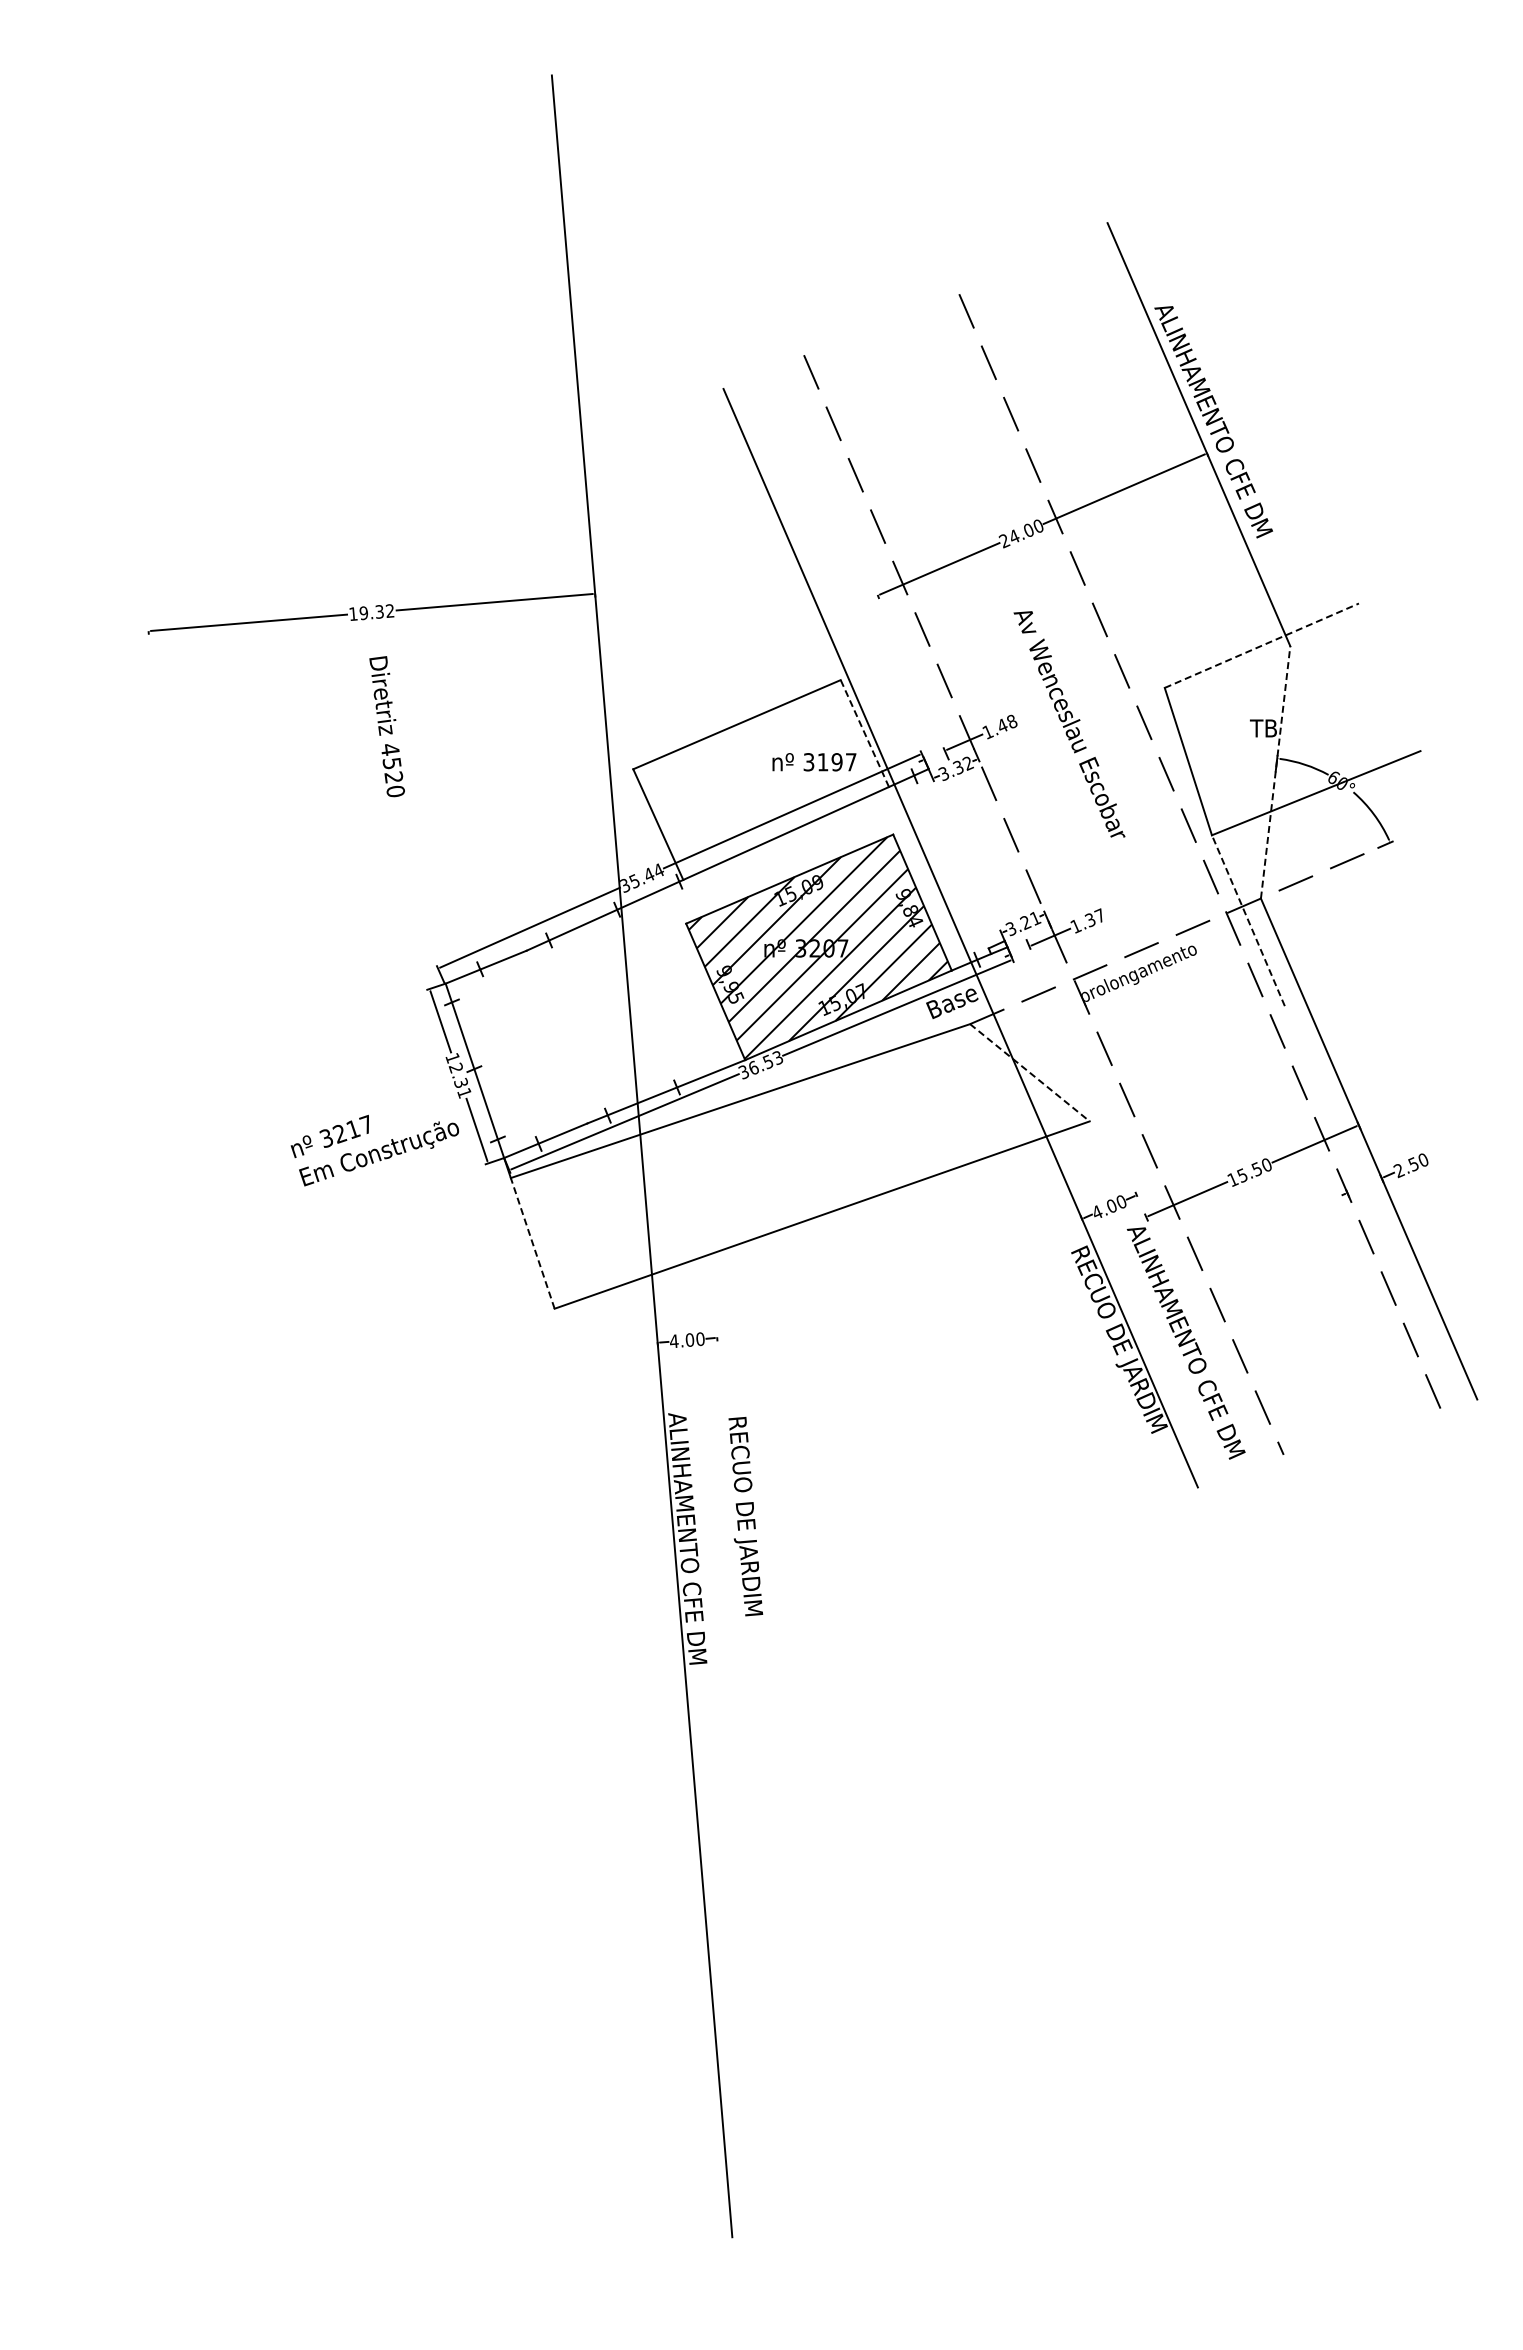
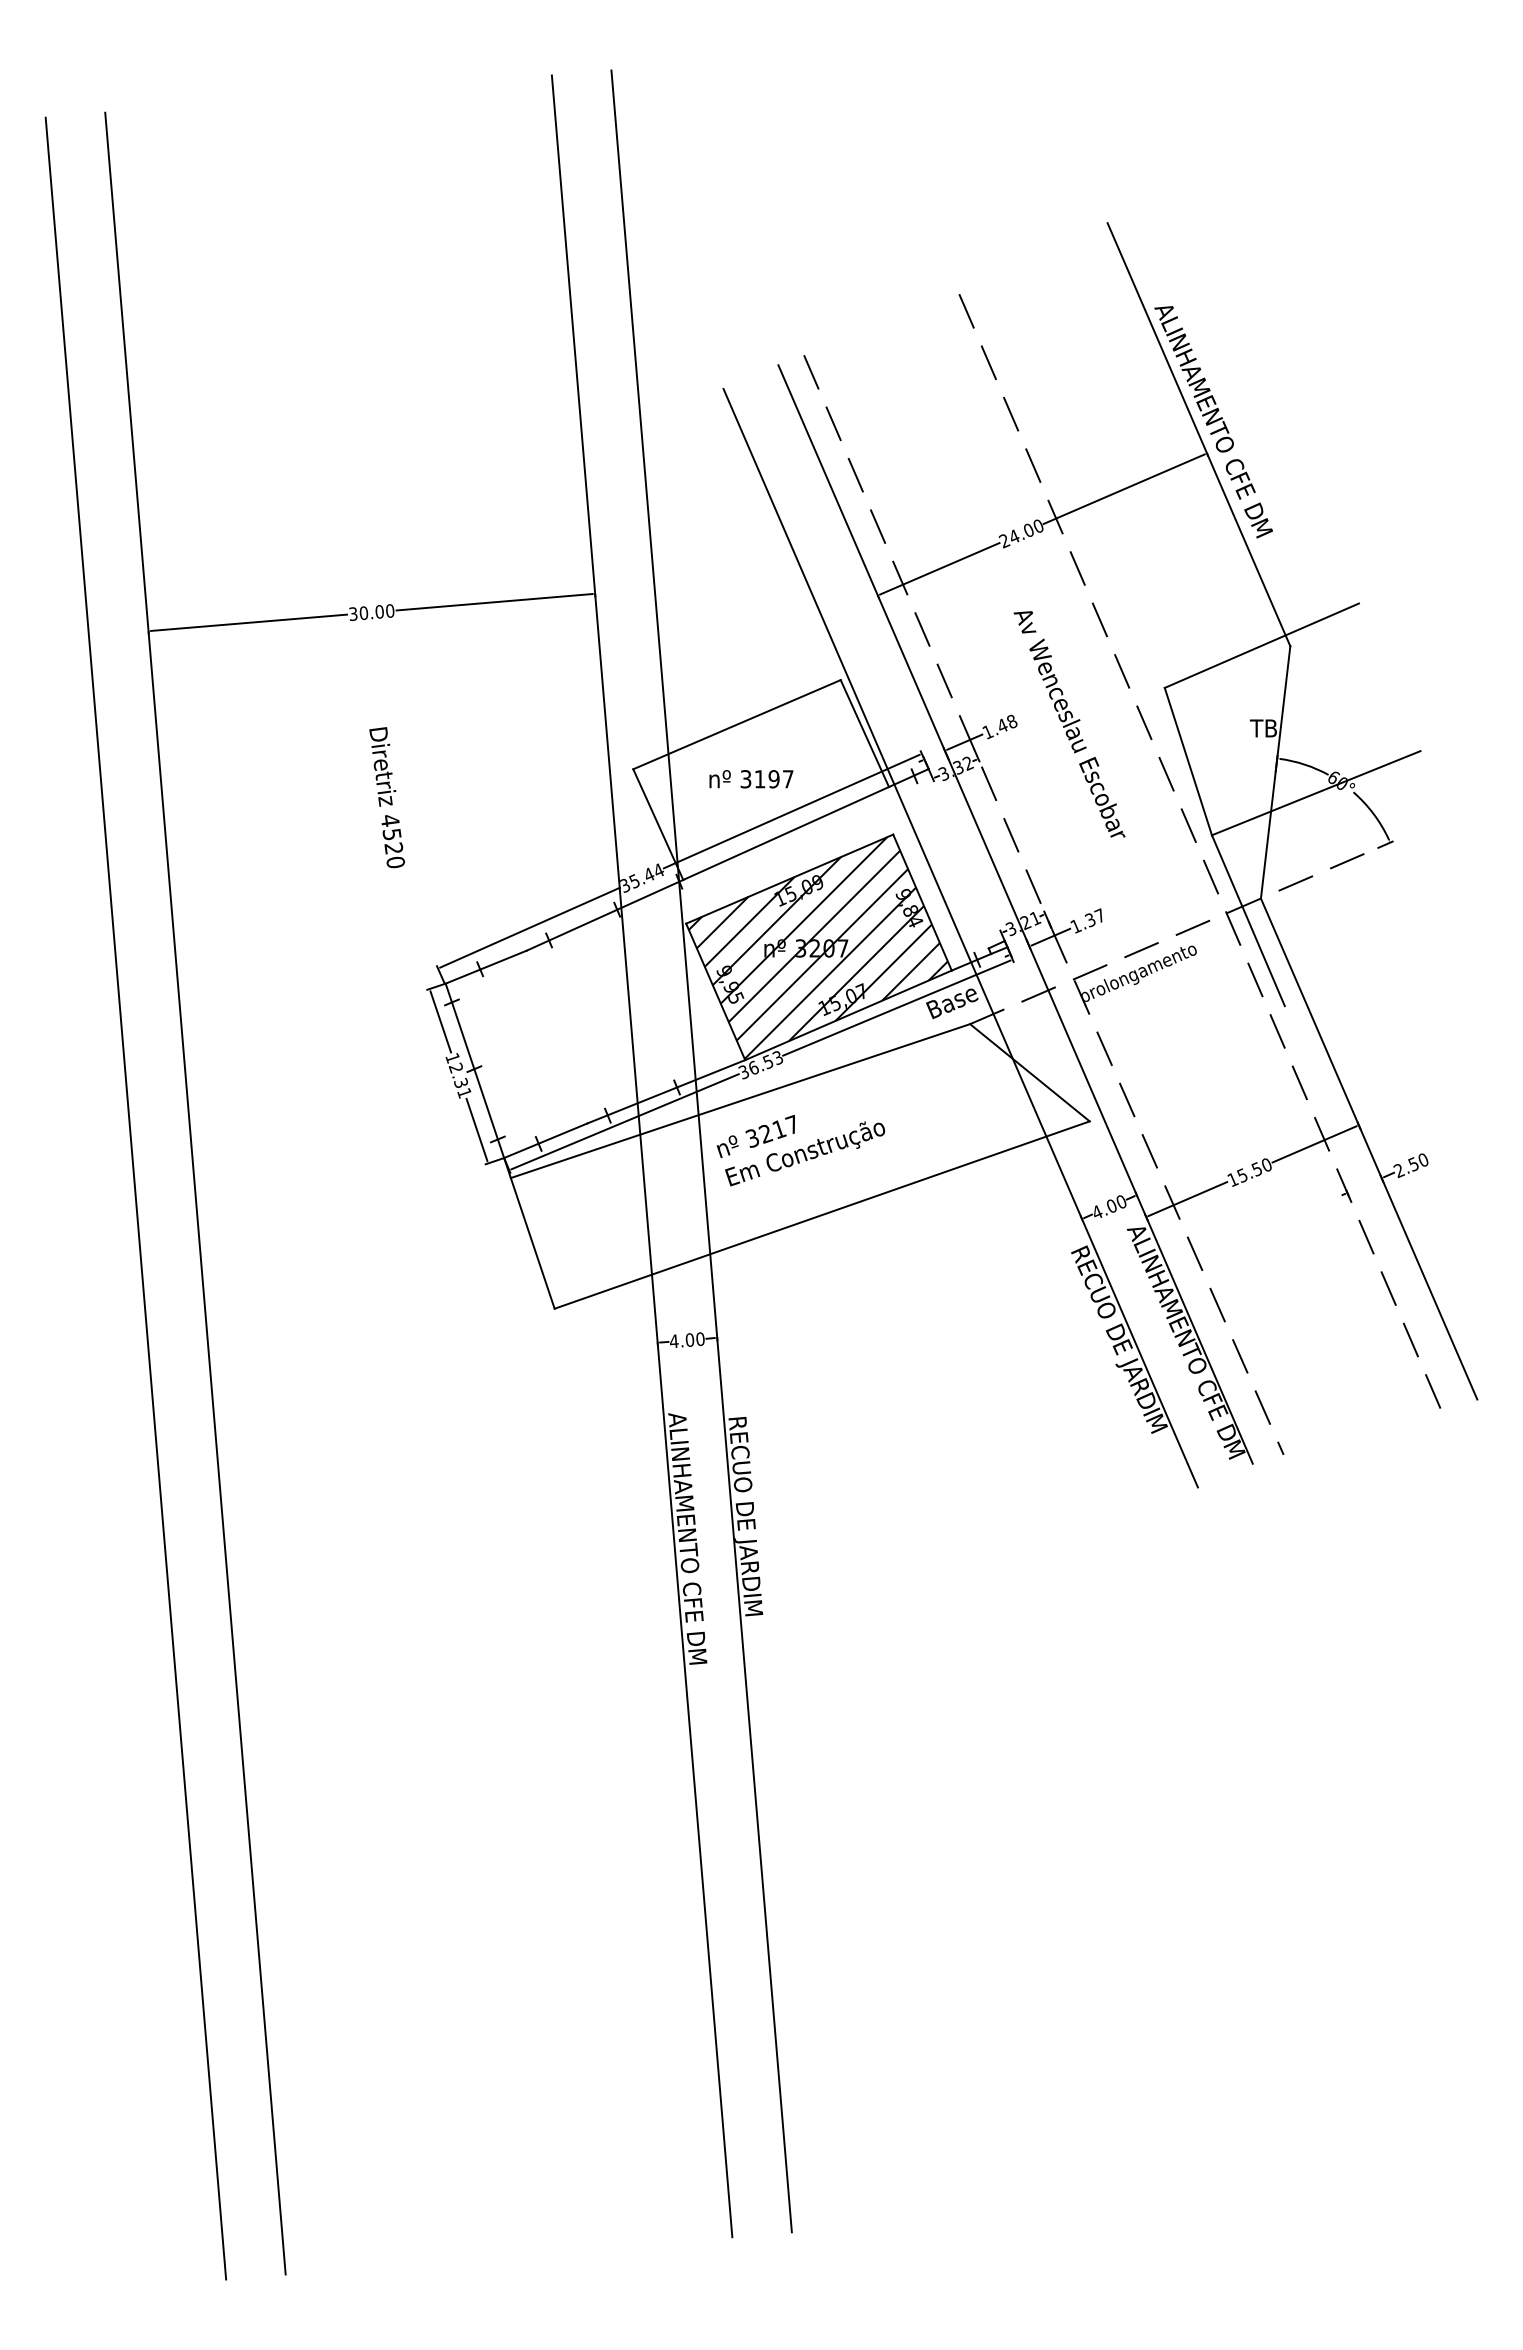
text at (371, 612): 19.32 -> 30.00
line at (1261, 645): dashed -> solid
text at (386, 726) position: (386, 726) -> (386, 797)
line at (864, 733): dashed -> solid
text at (814, 762) position: (814, 762) -> (751, 779)
line at (1275, 772): dashed -> solid
line at (1015, 914): none -> present
line at (1248, 920): dashed -> solid
line at (1030, 1073): dashed -> solid
text at (374, 1150) position: (374, 1150) -> (800, 1150)
line at (701, 1151): none -> present
line at (195, 1193): none -> present
line at (135, 1198): none -> present
line at (532, 1243): dashed -> solid
